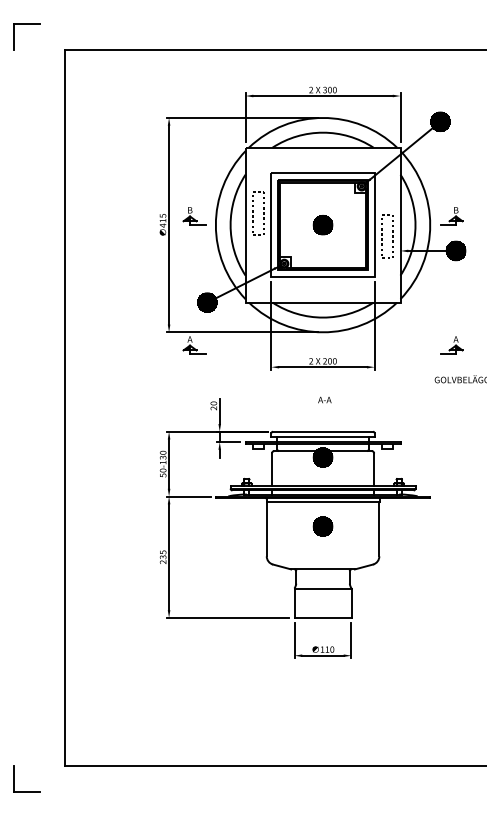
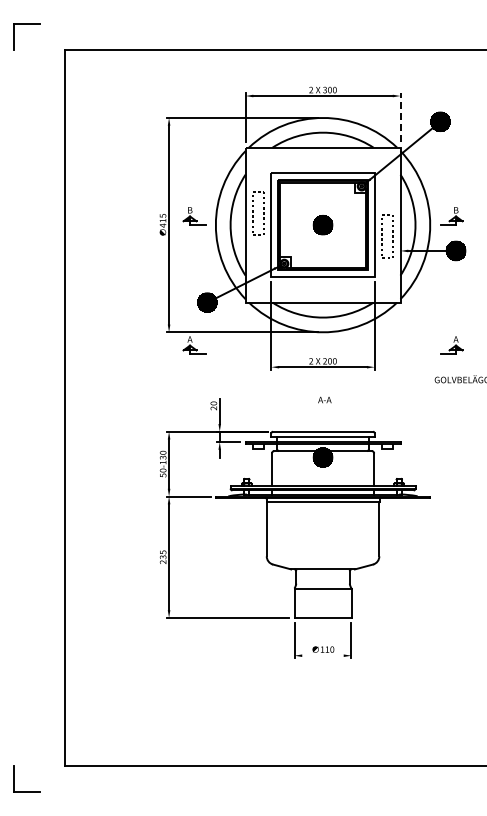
line at (400, 117): solid -> dashed
part at (322, 526): present -> none
line at (322, 655): present -> none
